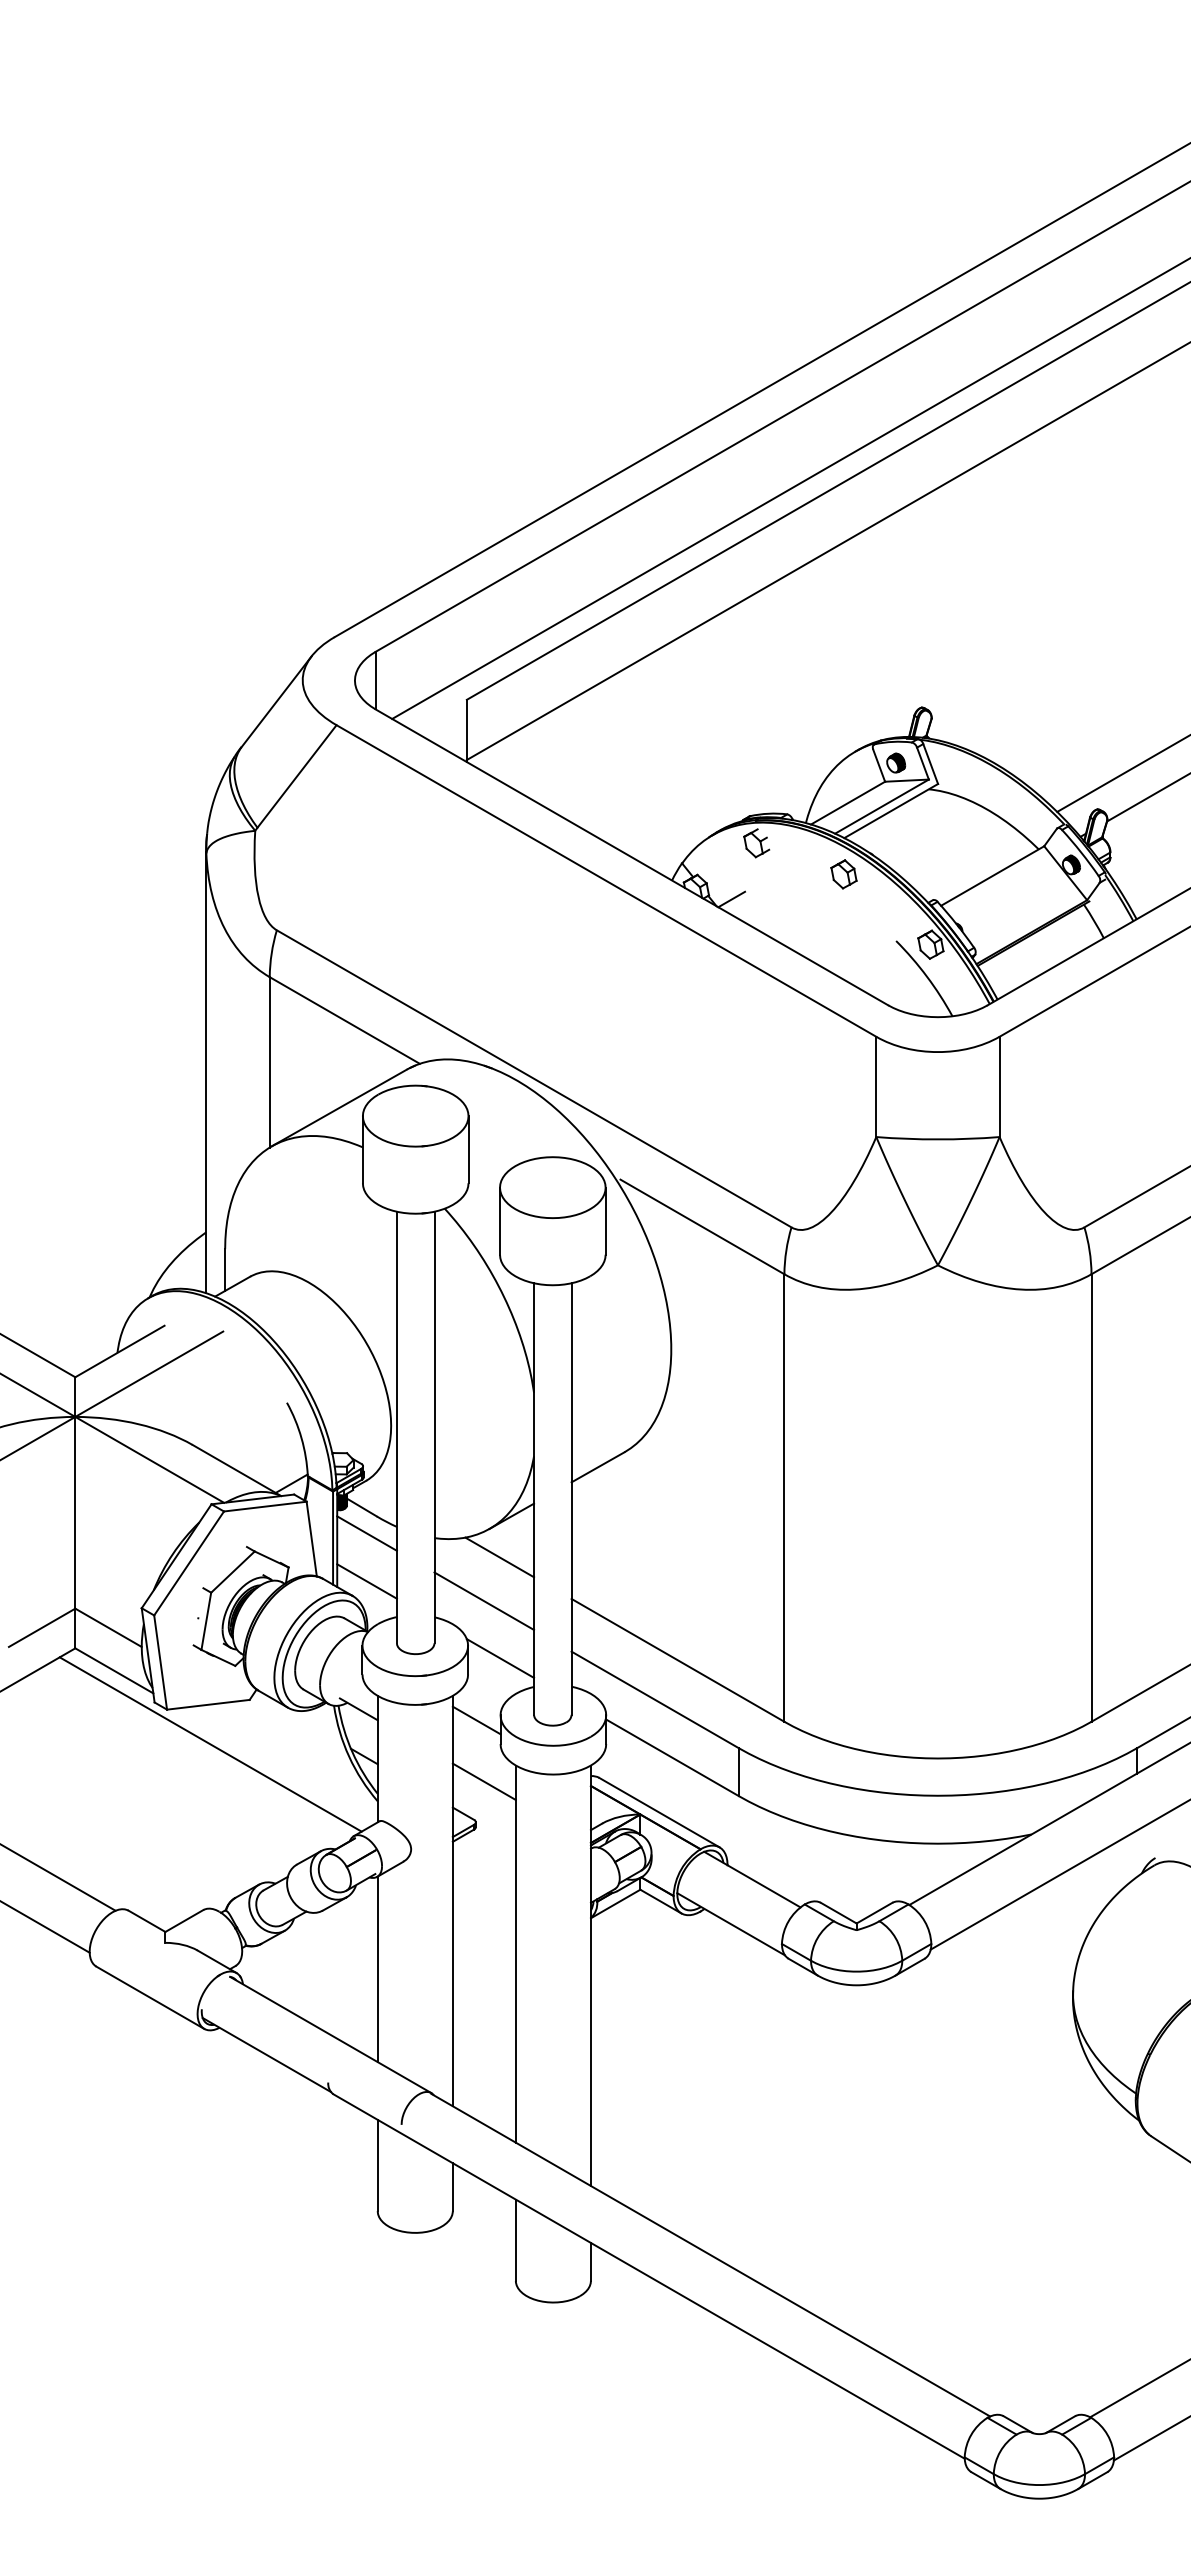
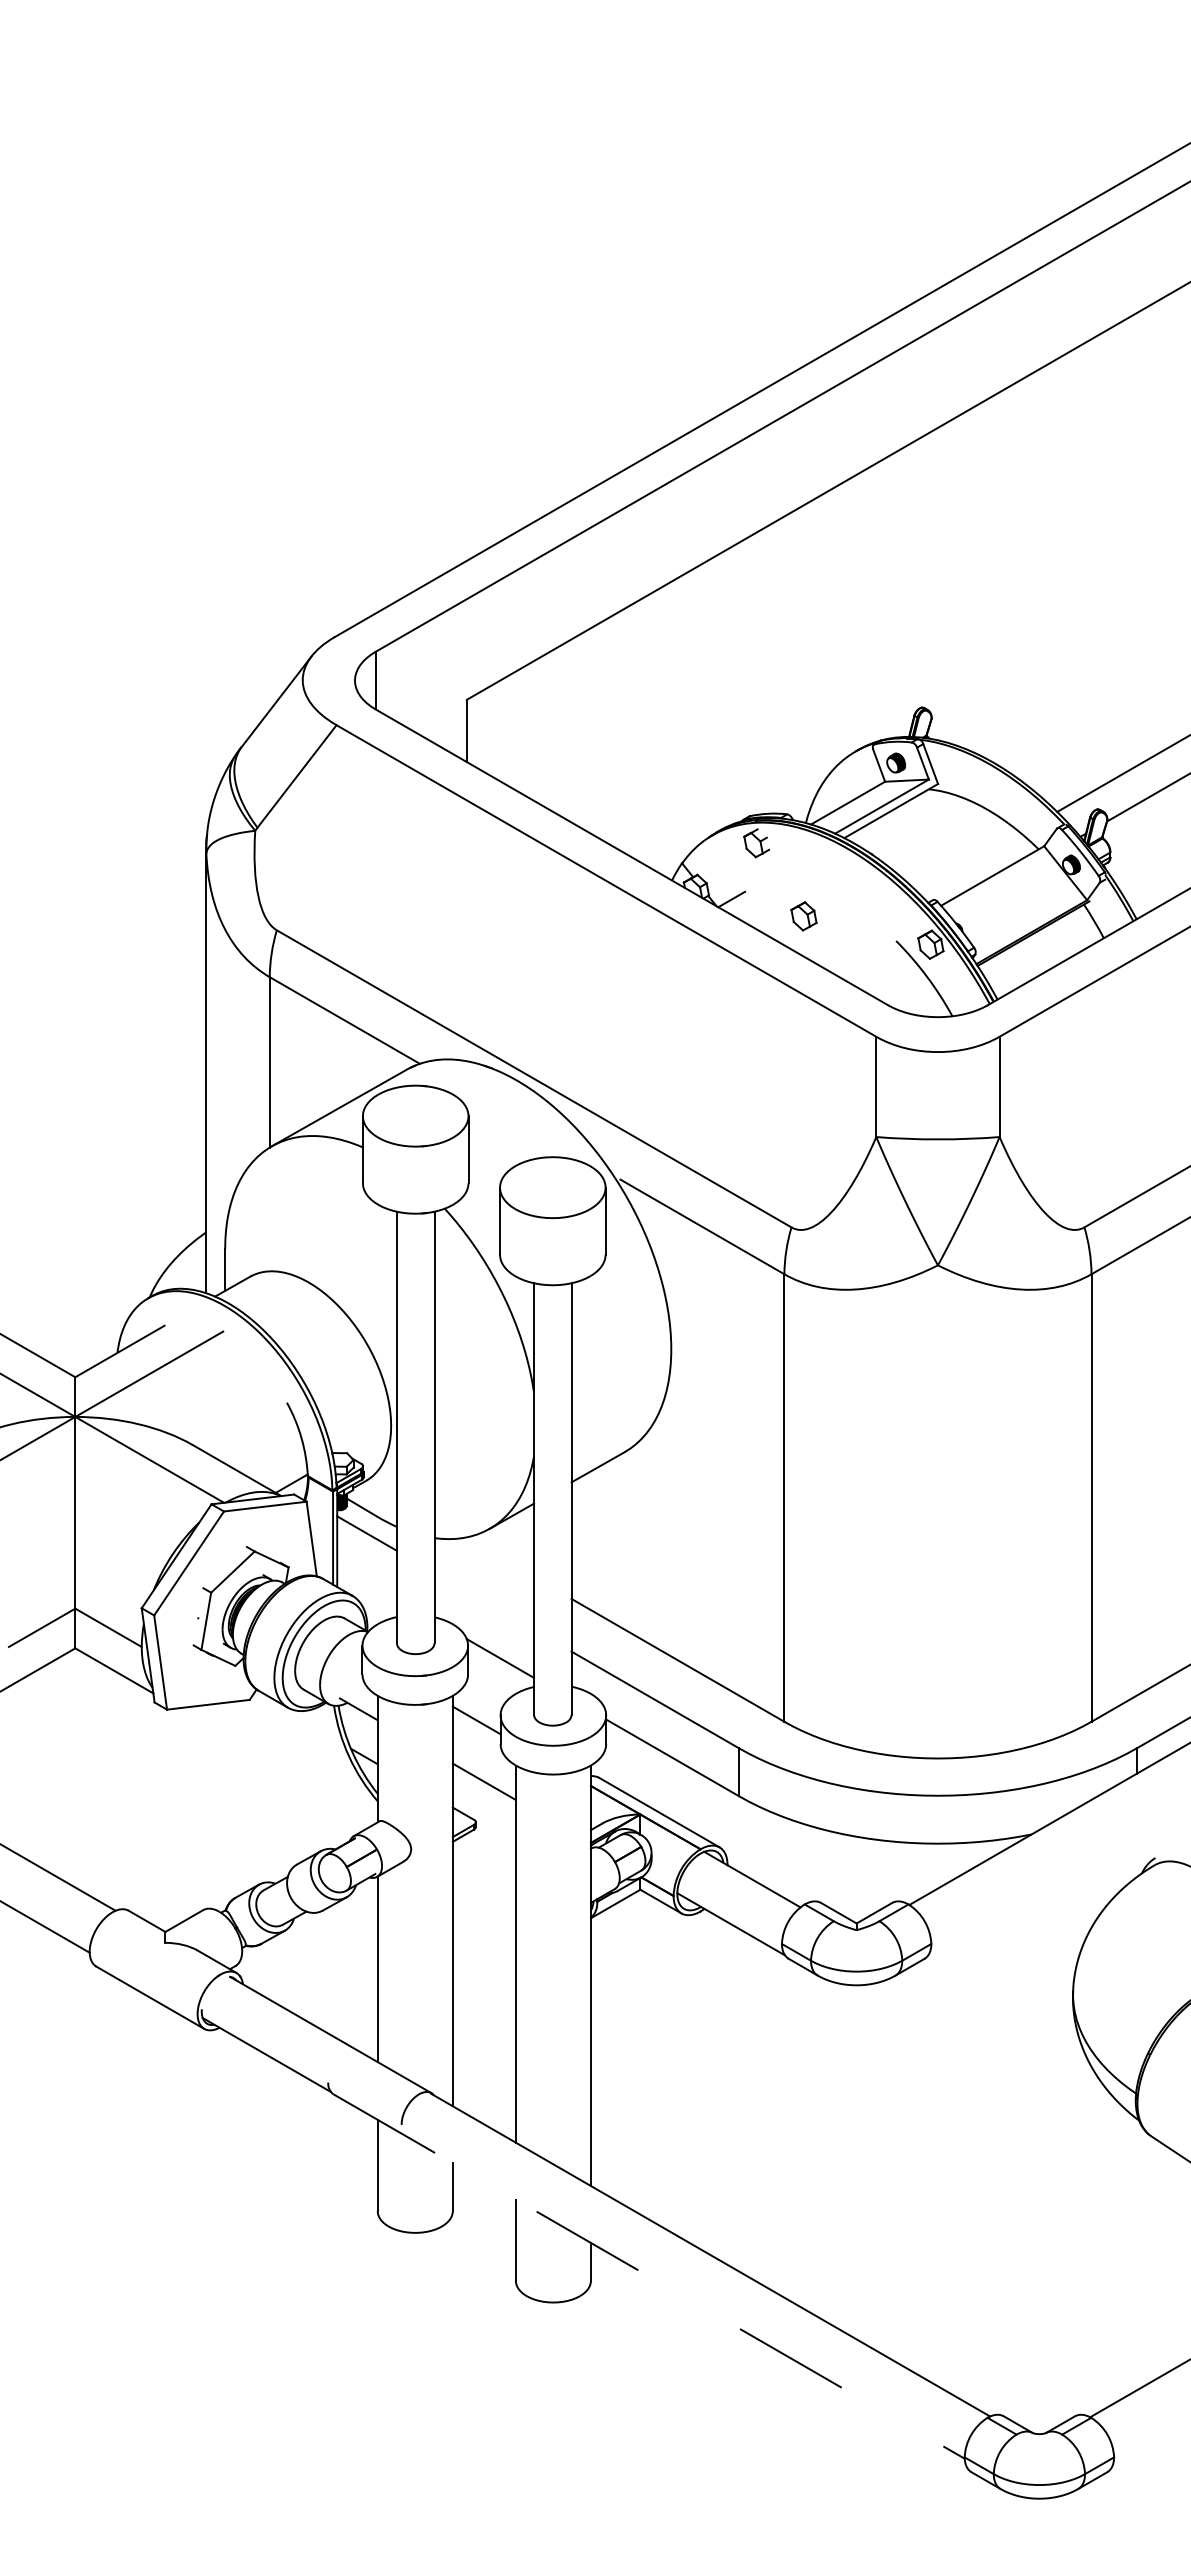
line at (789, 488): present -> none
line at (826, 551): present -> none
part at (843, 874) position: (843, 874) -> (803, 916)
line at (499, 1557): present -> none
line at (366, 1581): present -> none
line at (484, 1600): present -> none
line at (210, 1744): present -> none
line at (1058, 1875): present -> none
line at (649, 2276): solid -> dashed
line at (1150, 2438): present -> none
